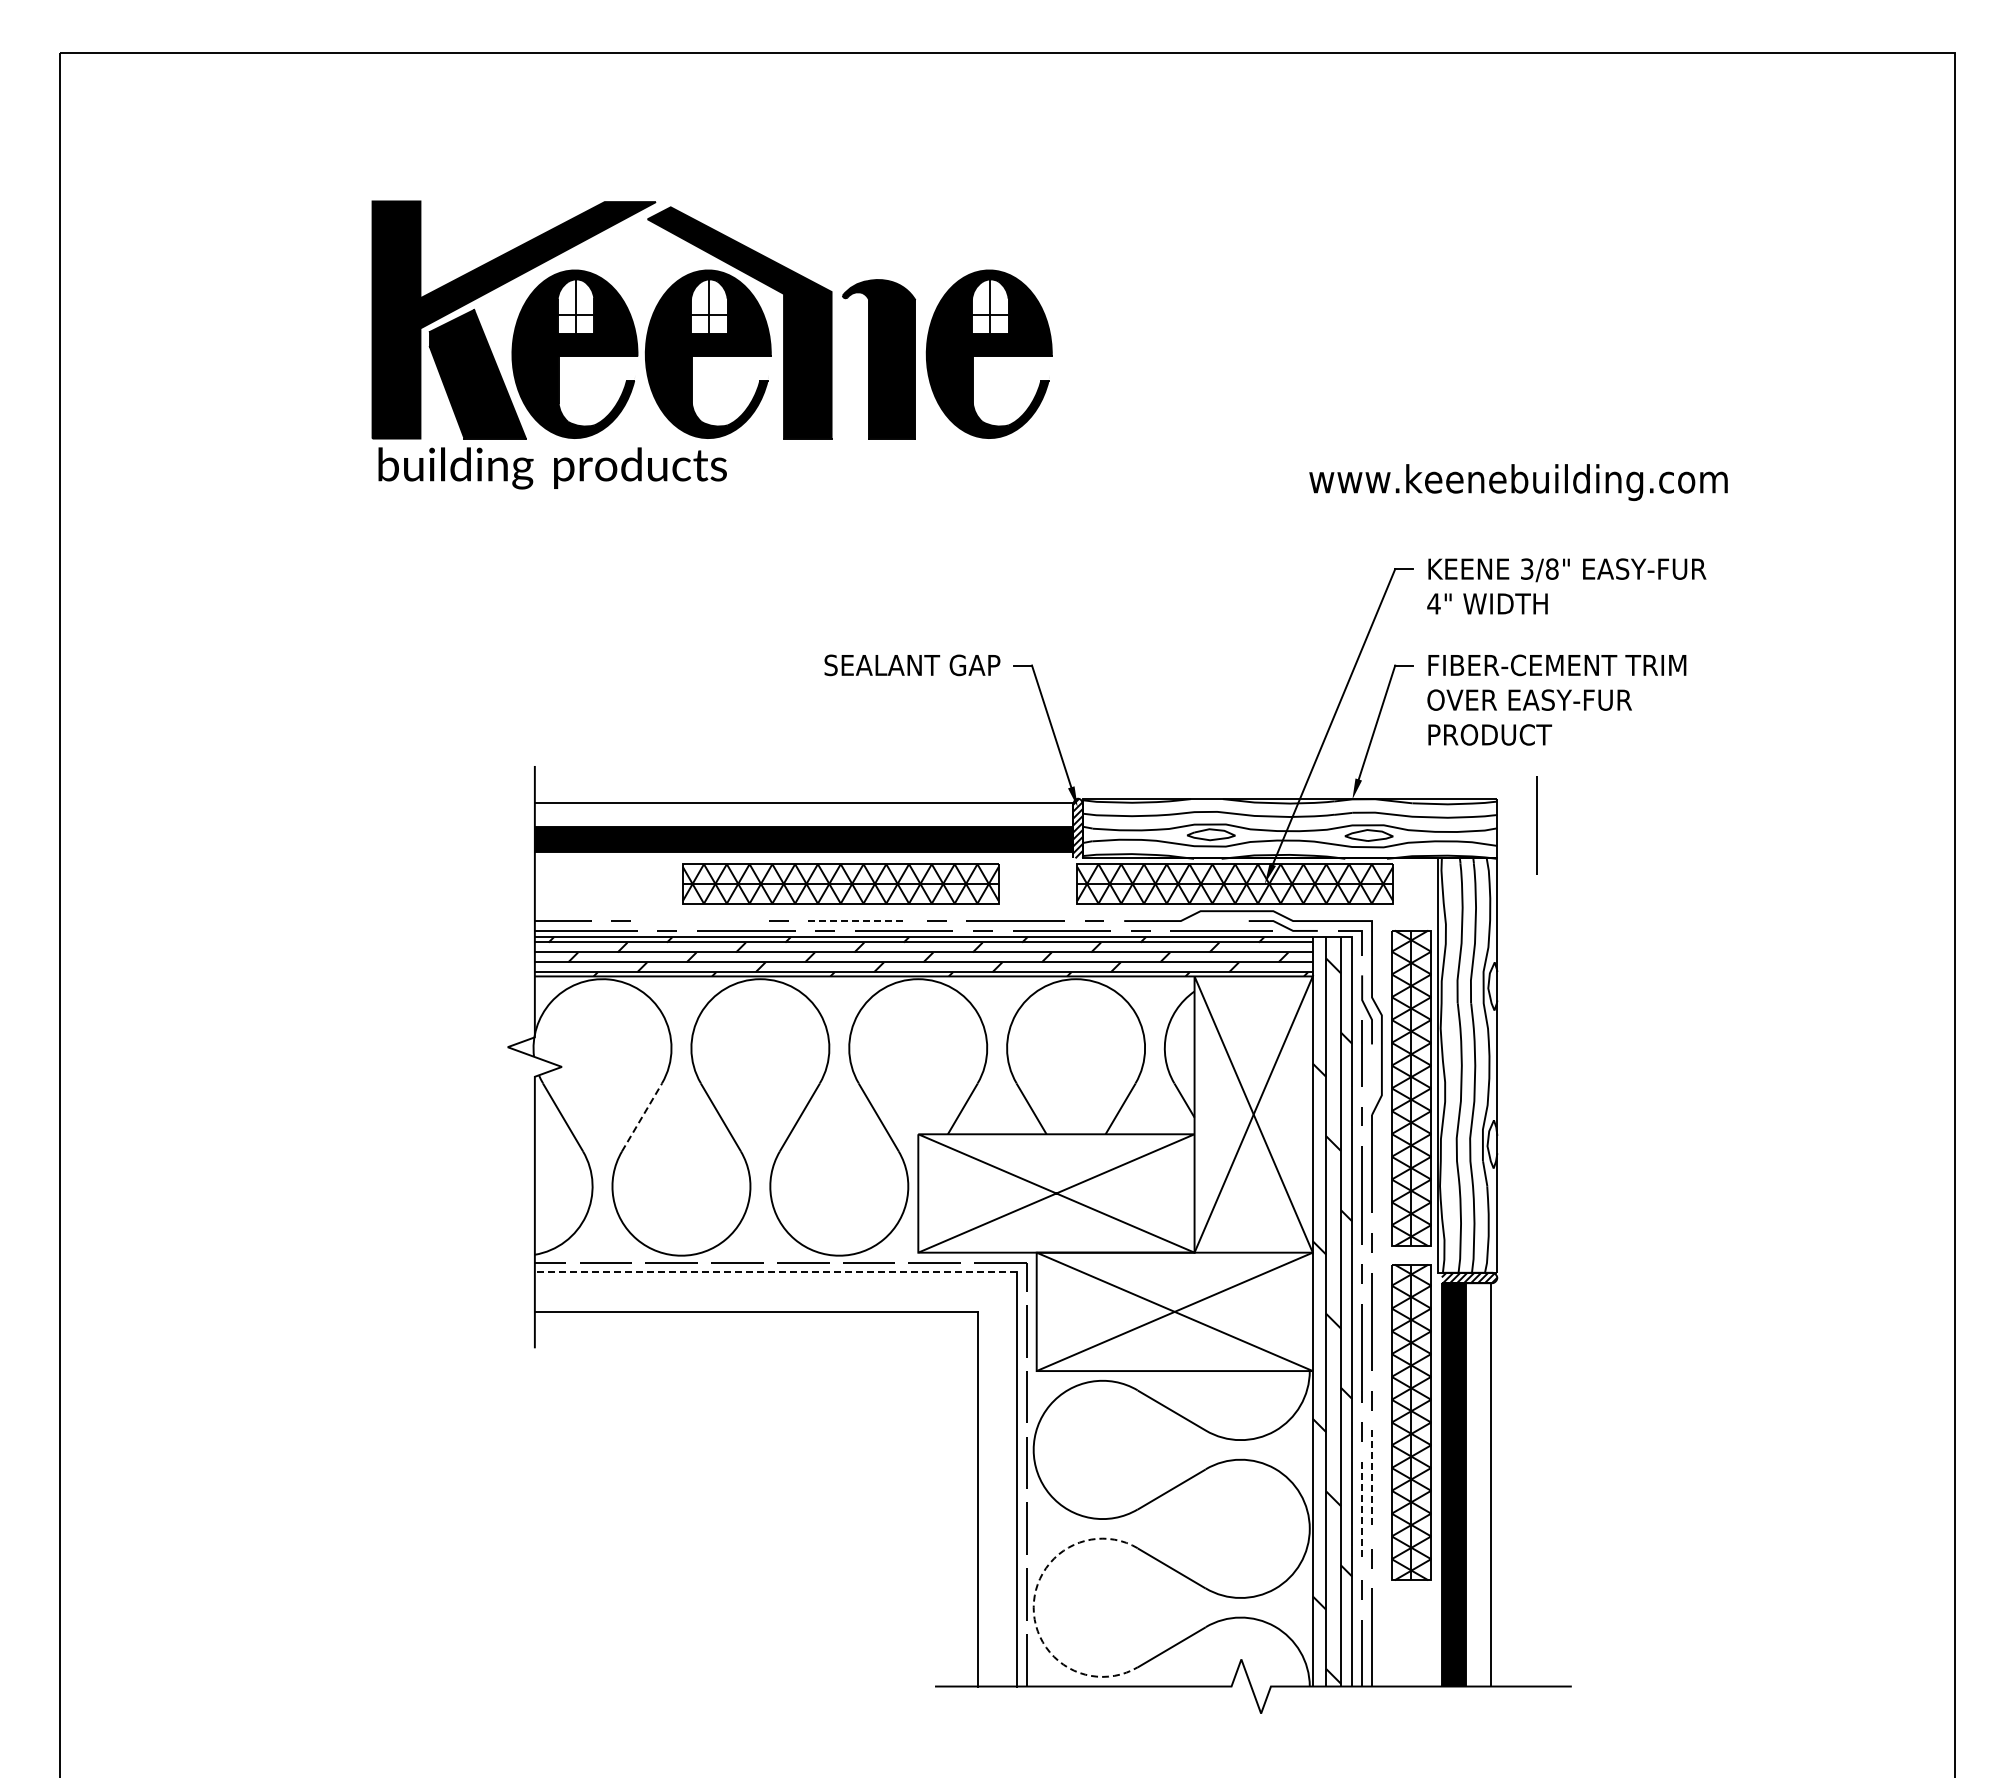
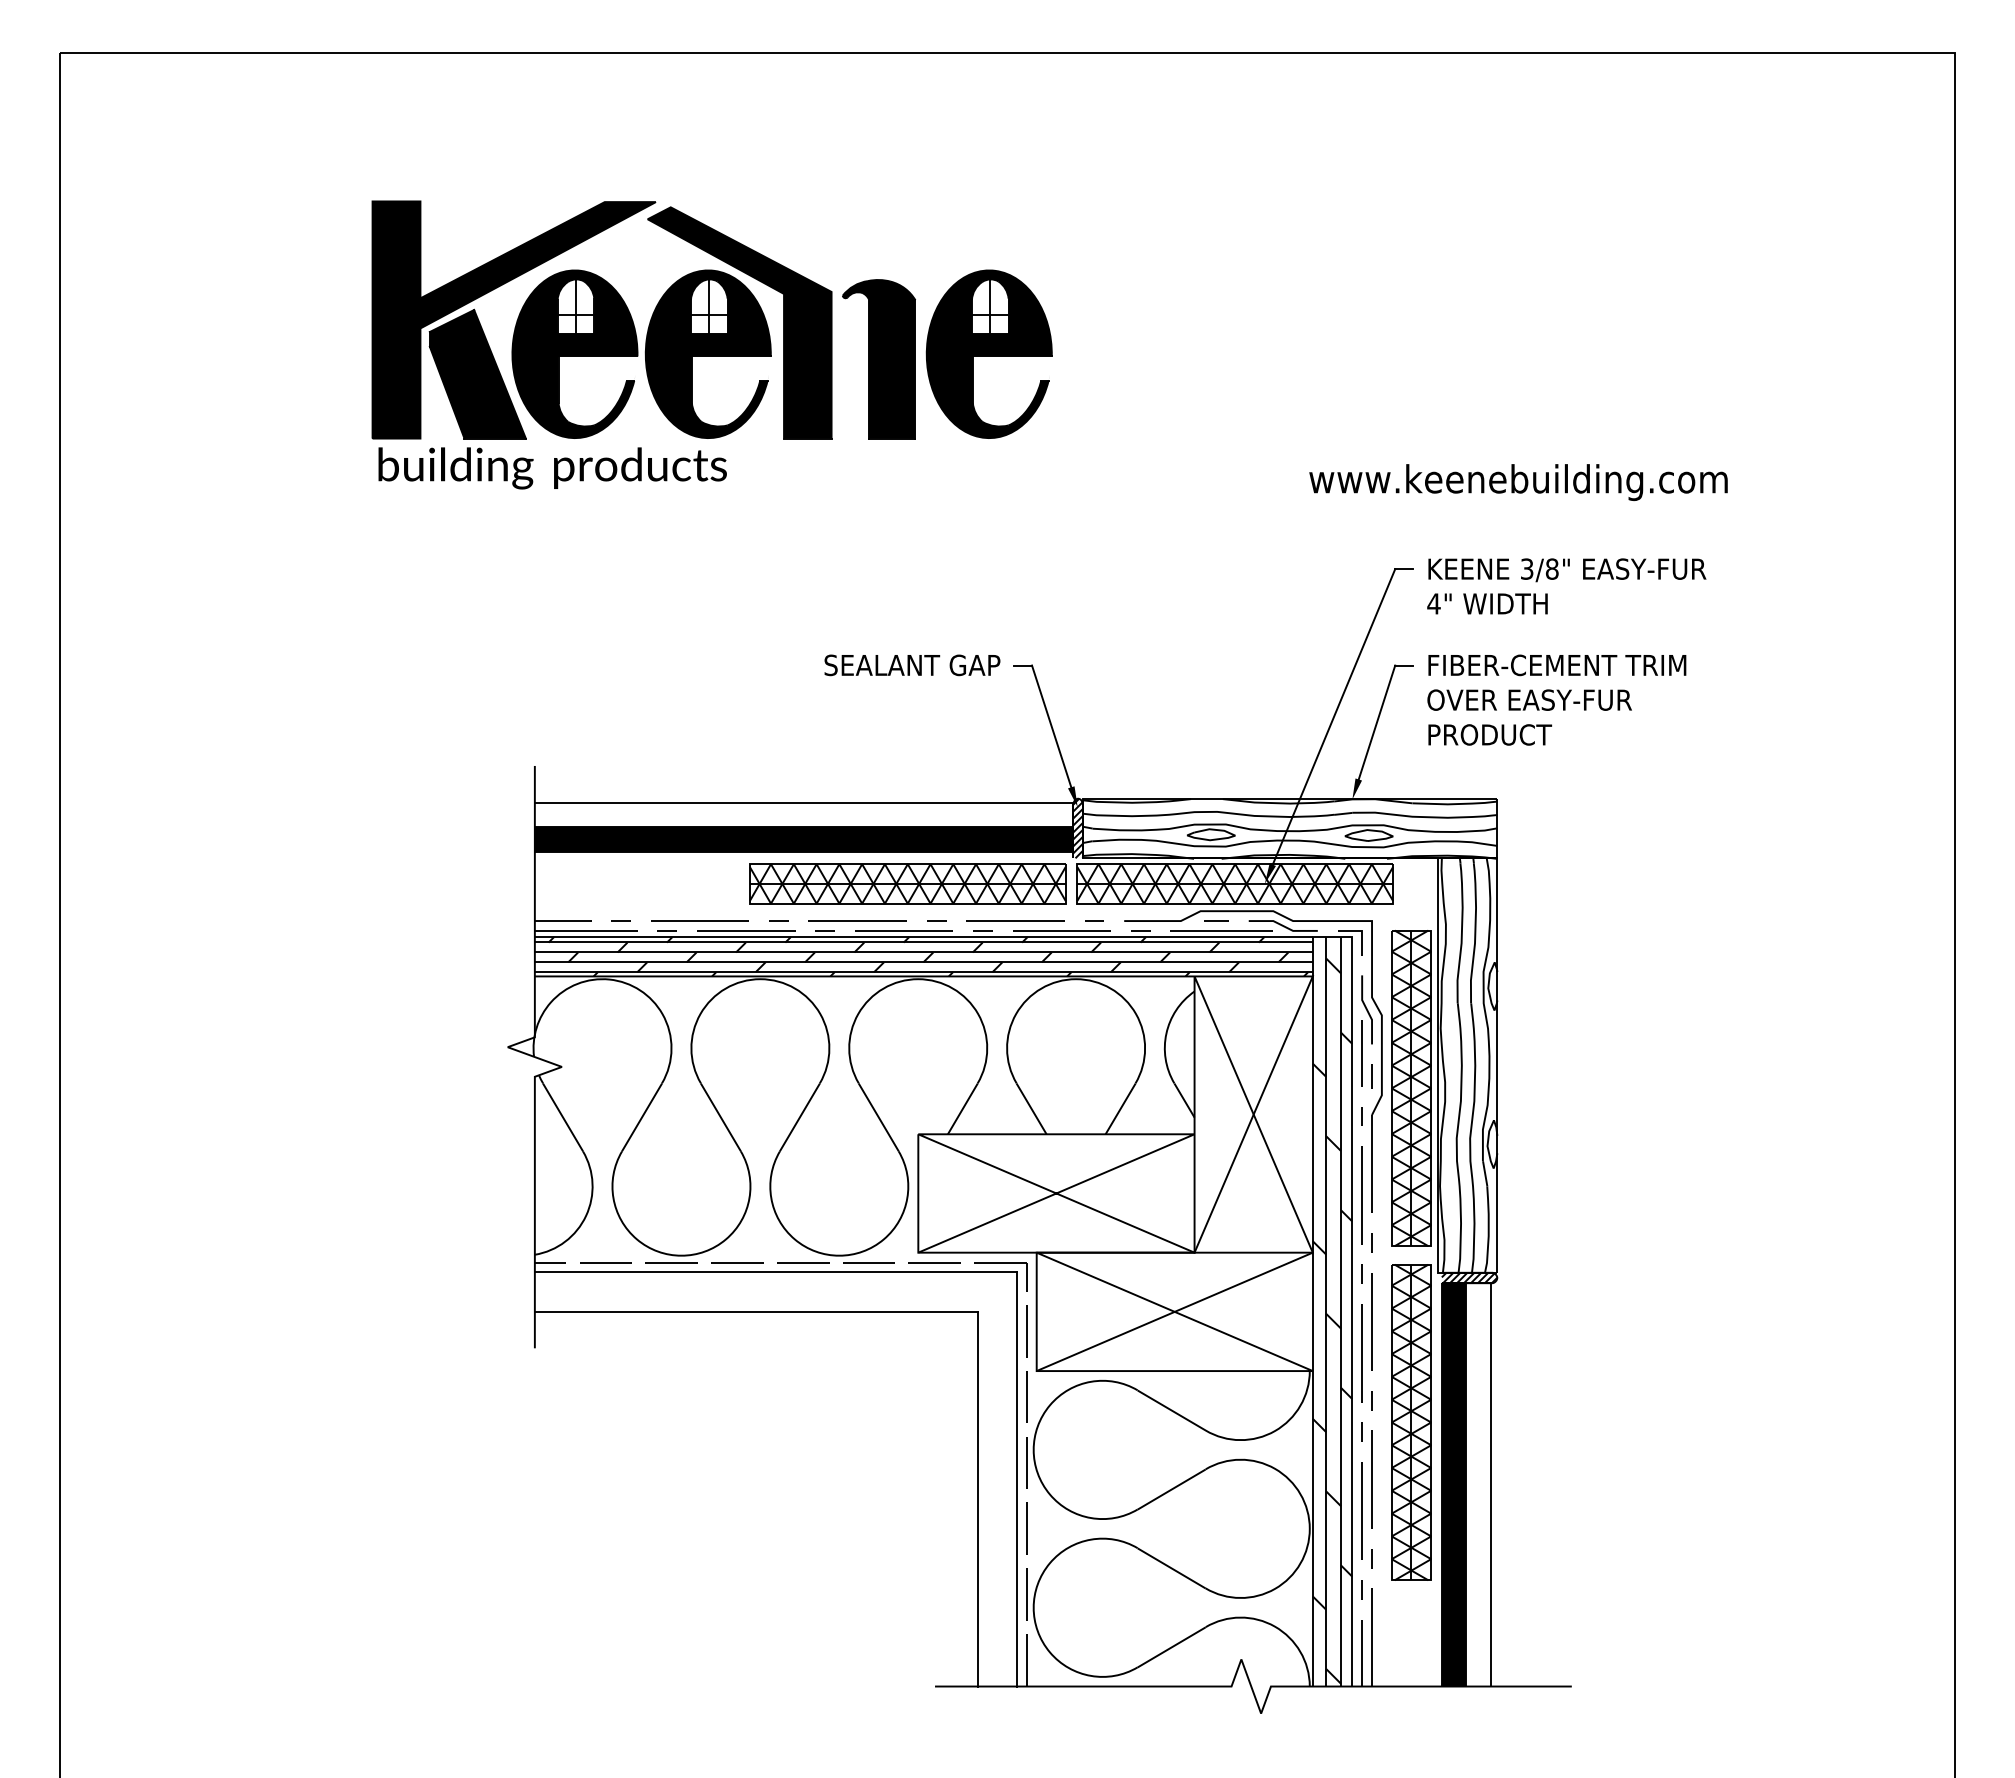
line at (1536, 825): present -> none
part at (840, 883) position: (840, 883) -> (907, 883)
line at (699, 920): none -> present
line at (1216, 920): none -> present
line at (858, 921): dashed -> solid
line at (1371, 1076): none -> present
line at (642, 1117): dashed -> solid
line at (775, 1272): dashed -> solid
line at (1372, 1480): dashed -> solid
line at (1362, 1511): dashed -> solid
line at (1033, 1607): dashed -> solid
